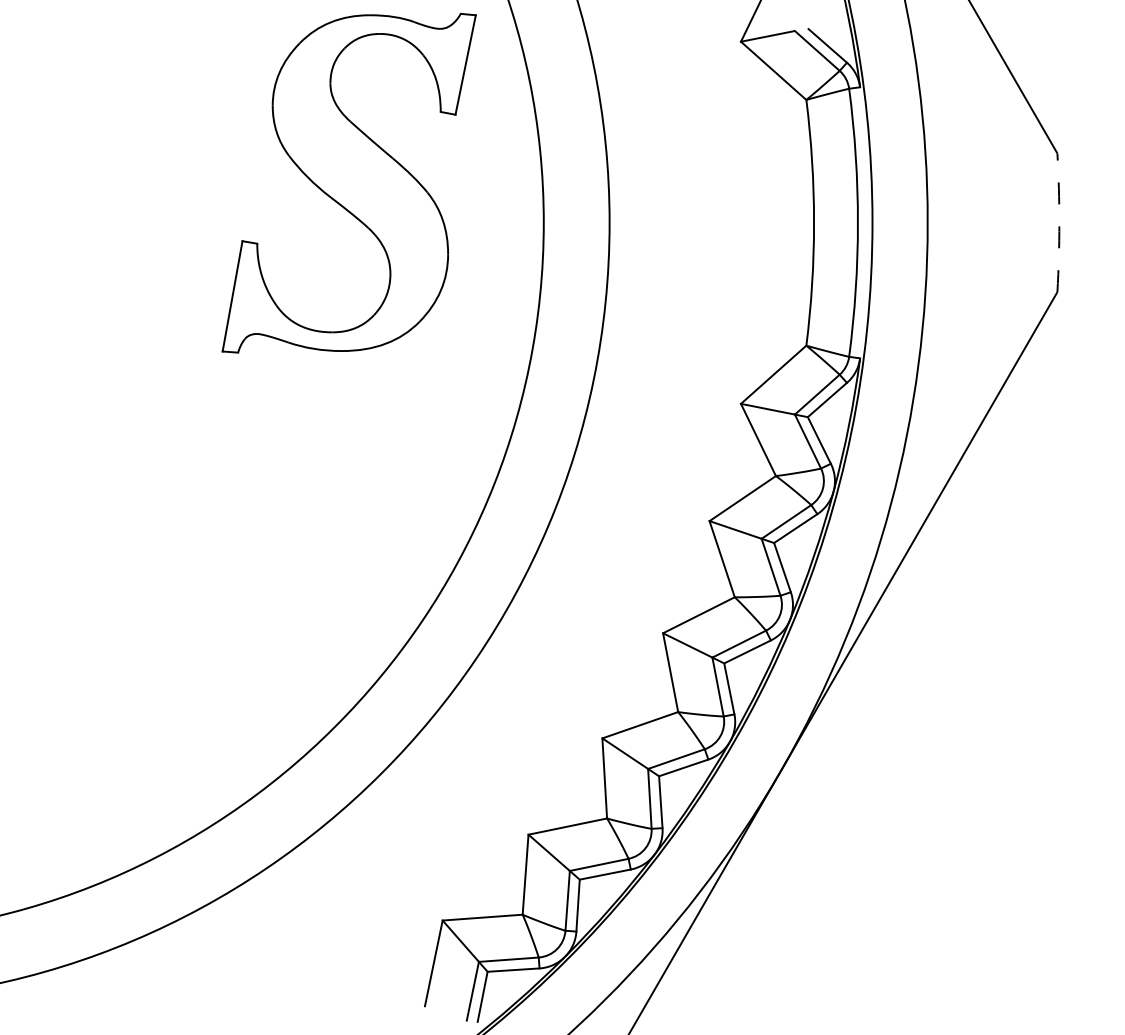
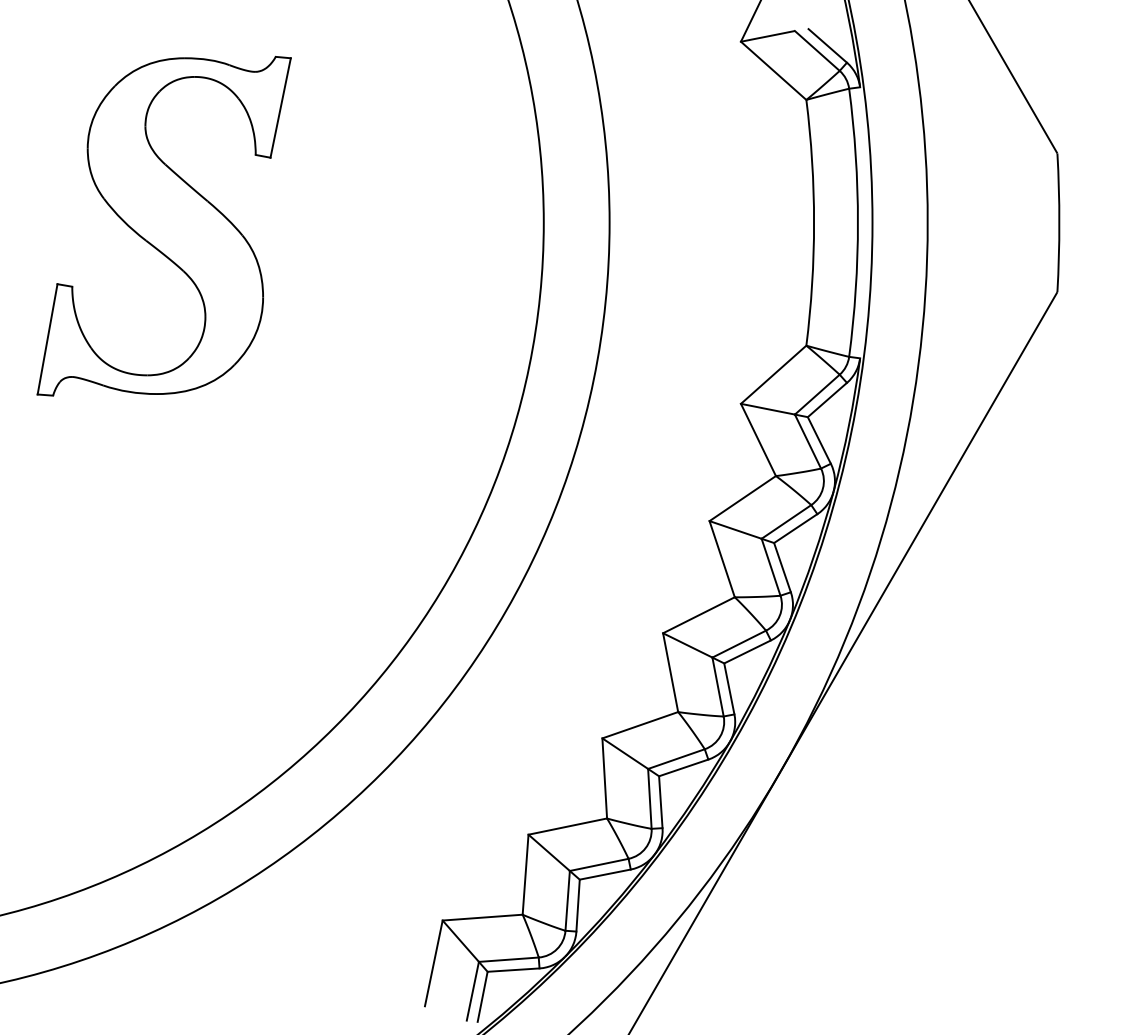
part at (348, 183) position: (348, 183) -> (163, 226)
arc at (1059, 222): dashed -> solid
